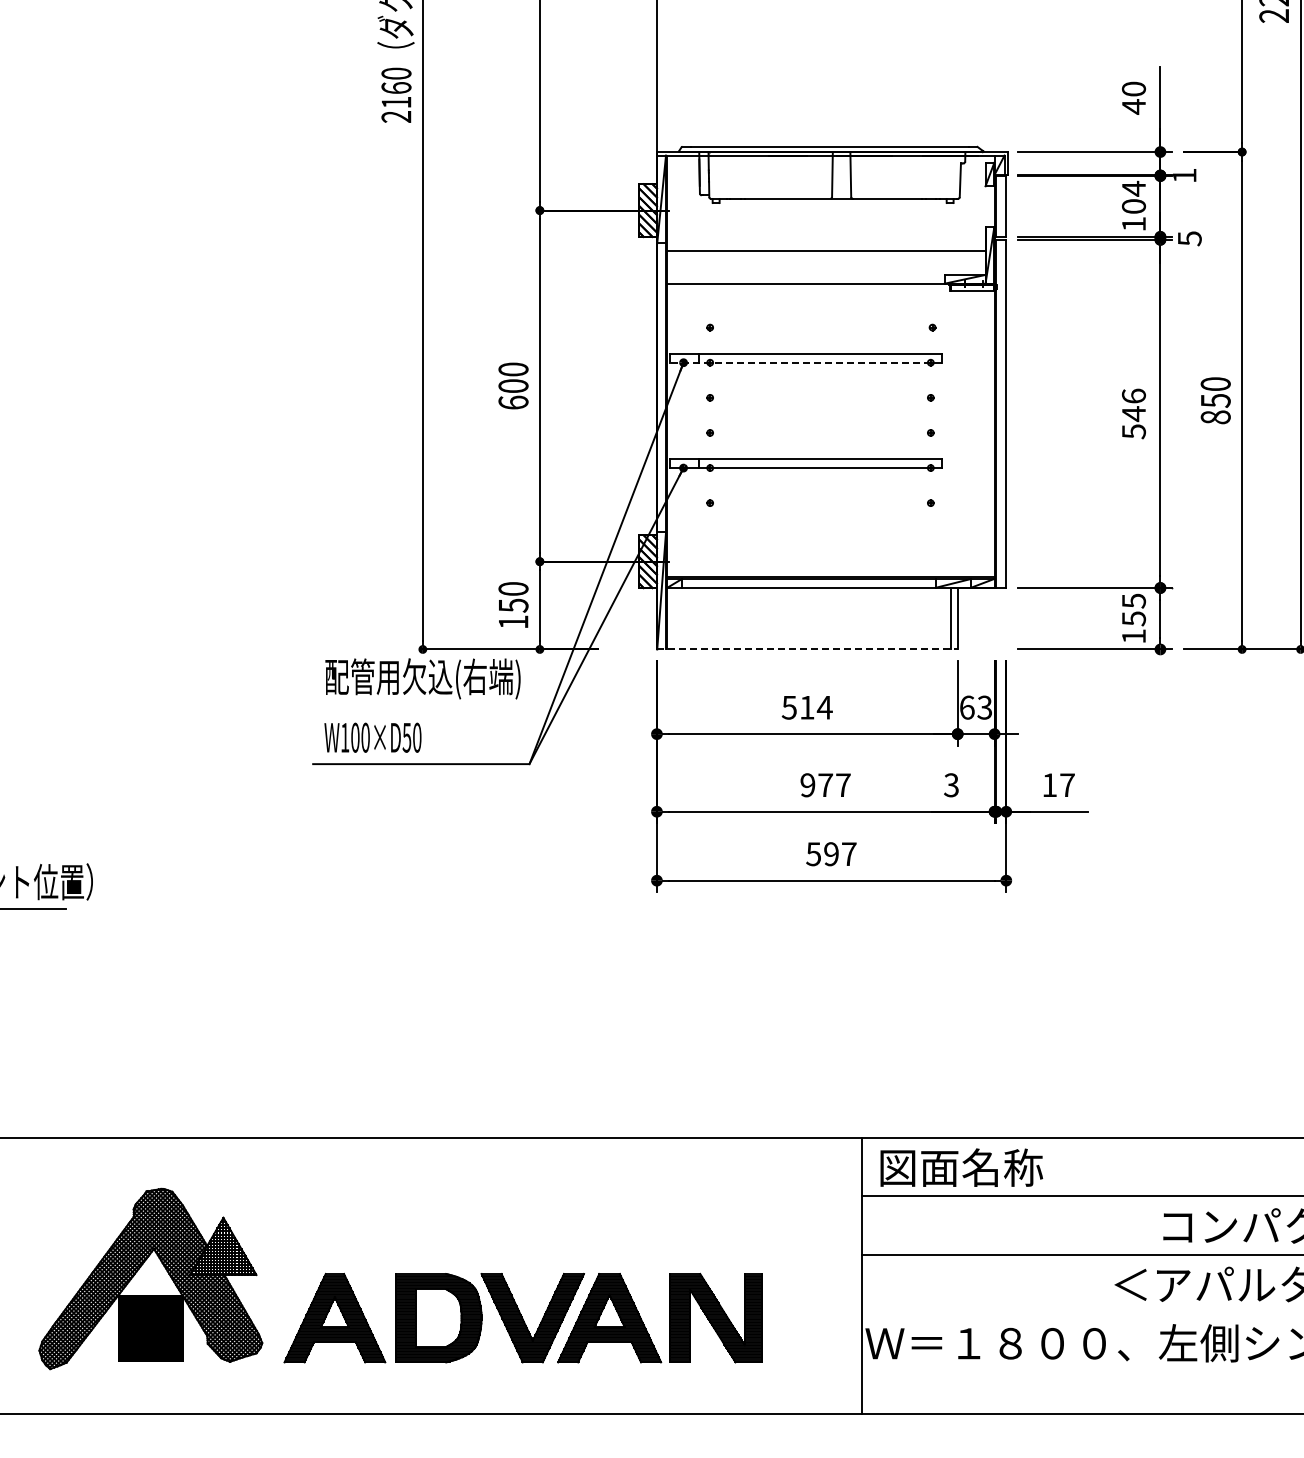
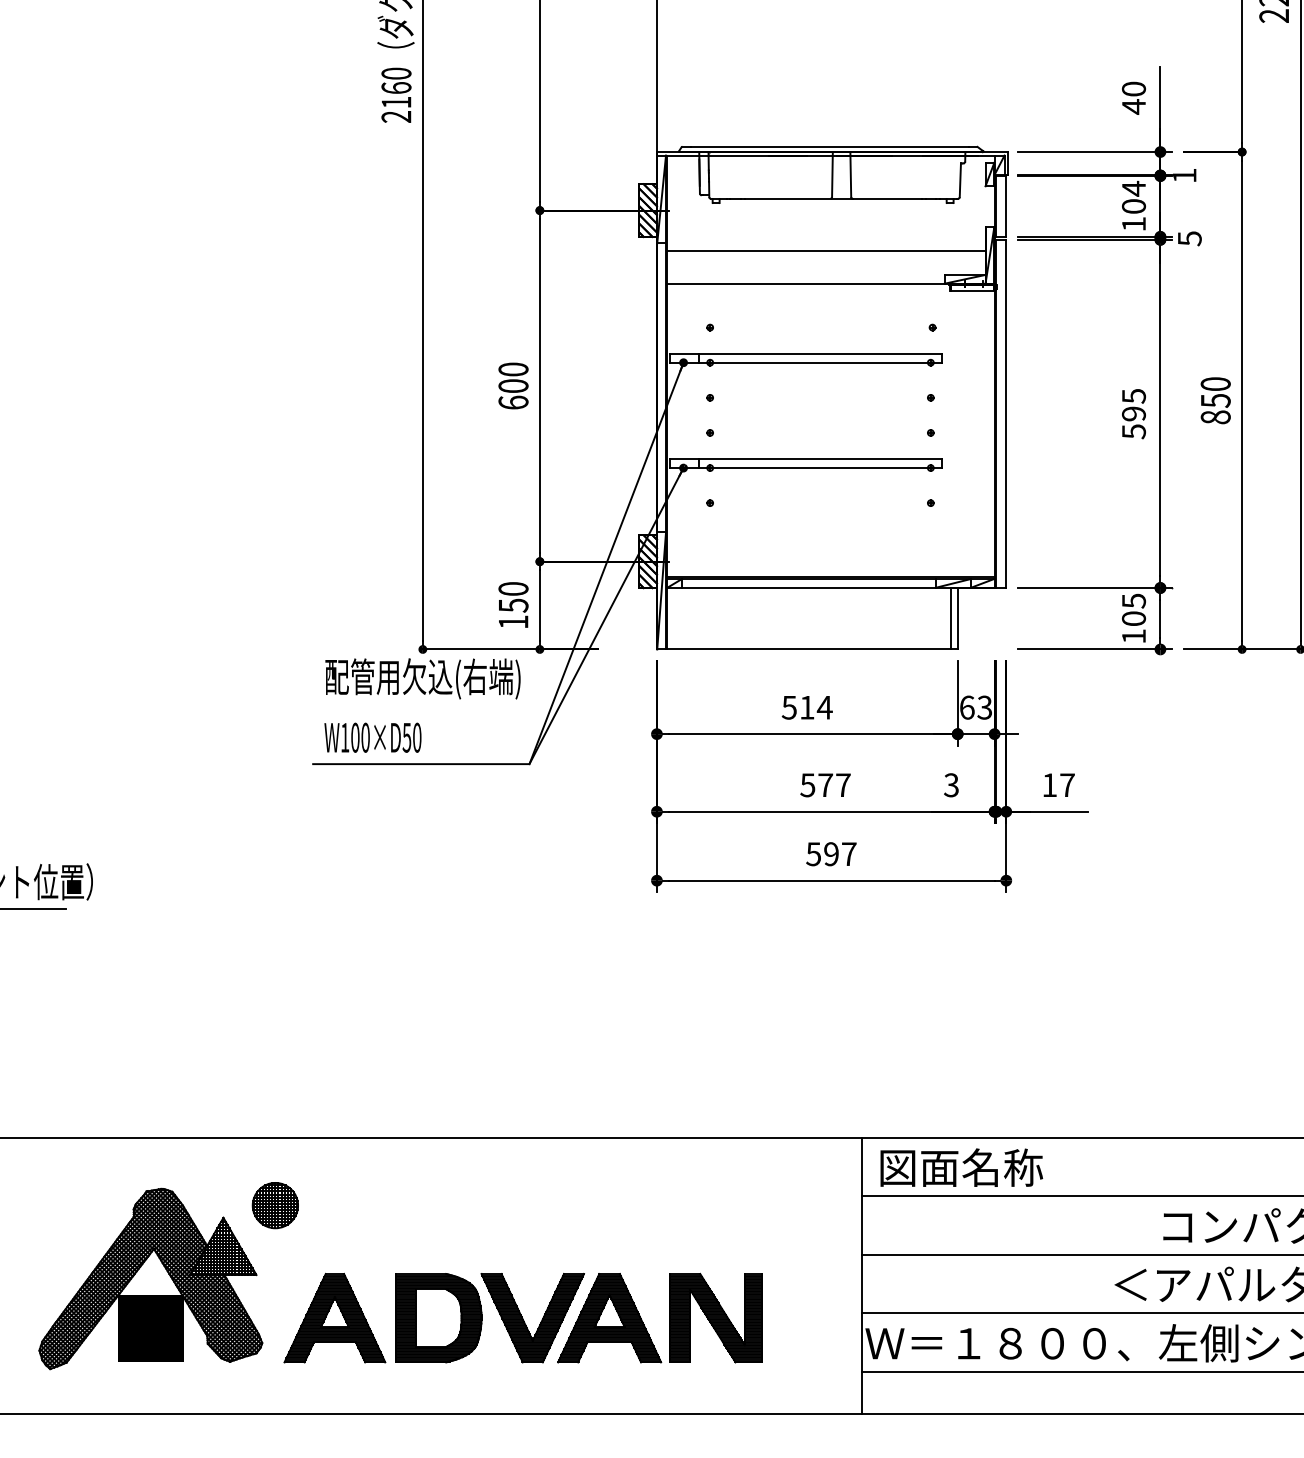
line at (805, 362): dashed -> solid
text at (1133, 405): 546 -> 595
text at (1133, 618): 155 -> 105
line at (807, 649): dashed -> solid
text at (807, 785): 977 -> 577
part at (274, 1205): none -> present
line at (1080, 1313): none -> present
line at (1080, 1371): none -> present
